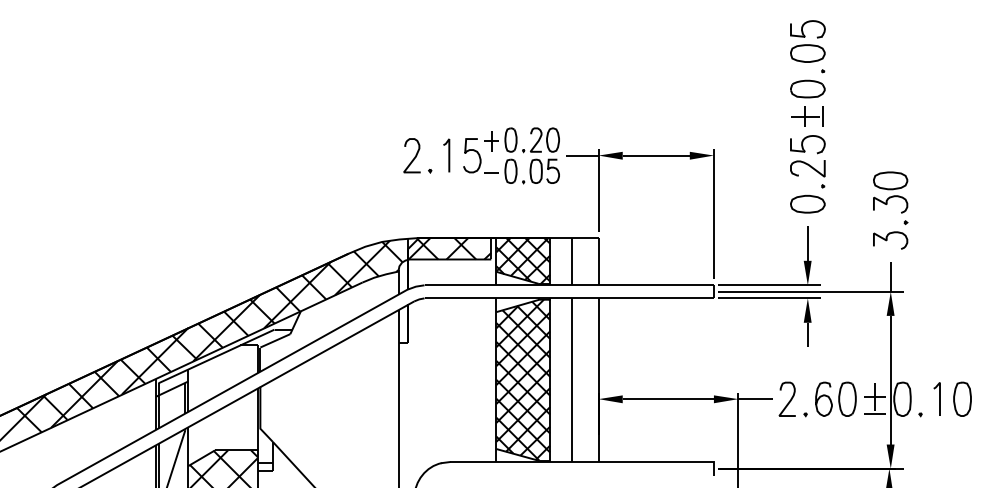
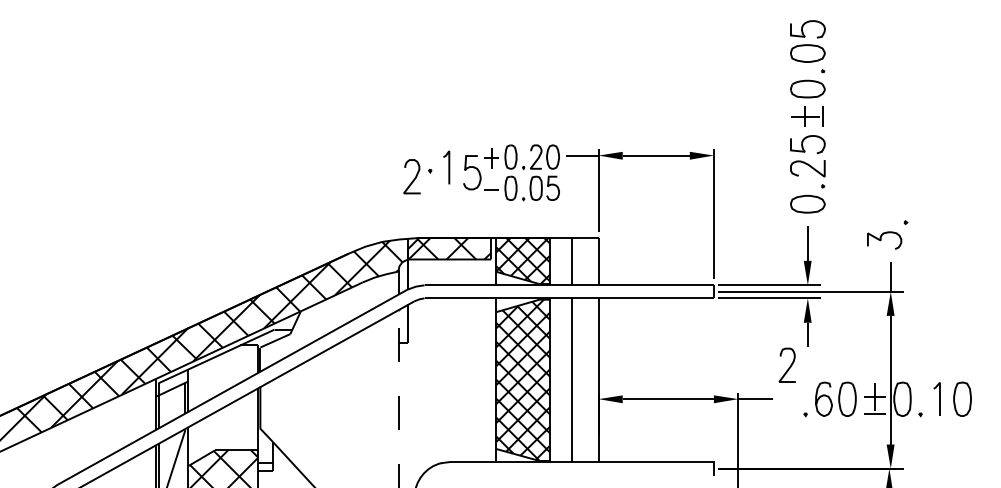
line at (448, 155) position: (448, 155) -> (448, 167)
part at (511, 155) position: (511, 155) -> (511, 172)
curve at (414, 156) position: (414, 156) -> (414, 177)
part at (890, 192): present -> none
curve at (887, 240) position: (887, 240) -> (881, 240)
line at (398, 397): solid -> dashed
curve at (789, 400) position: (789, 400) -> (789, 366)
